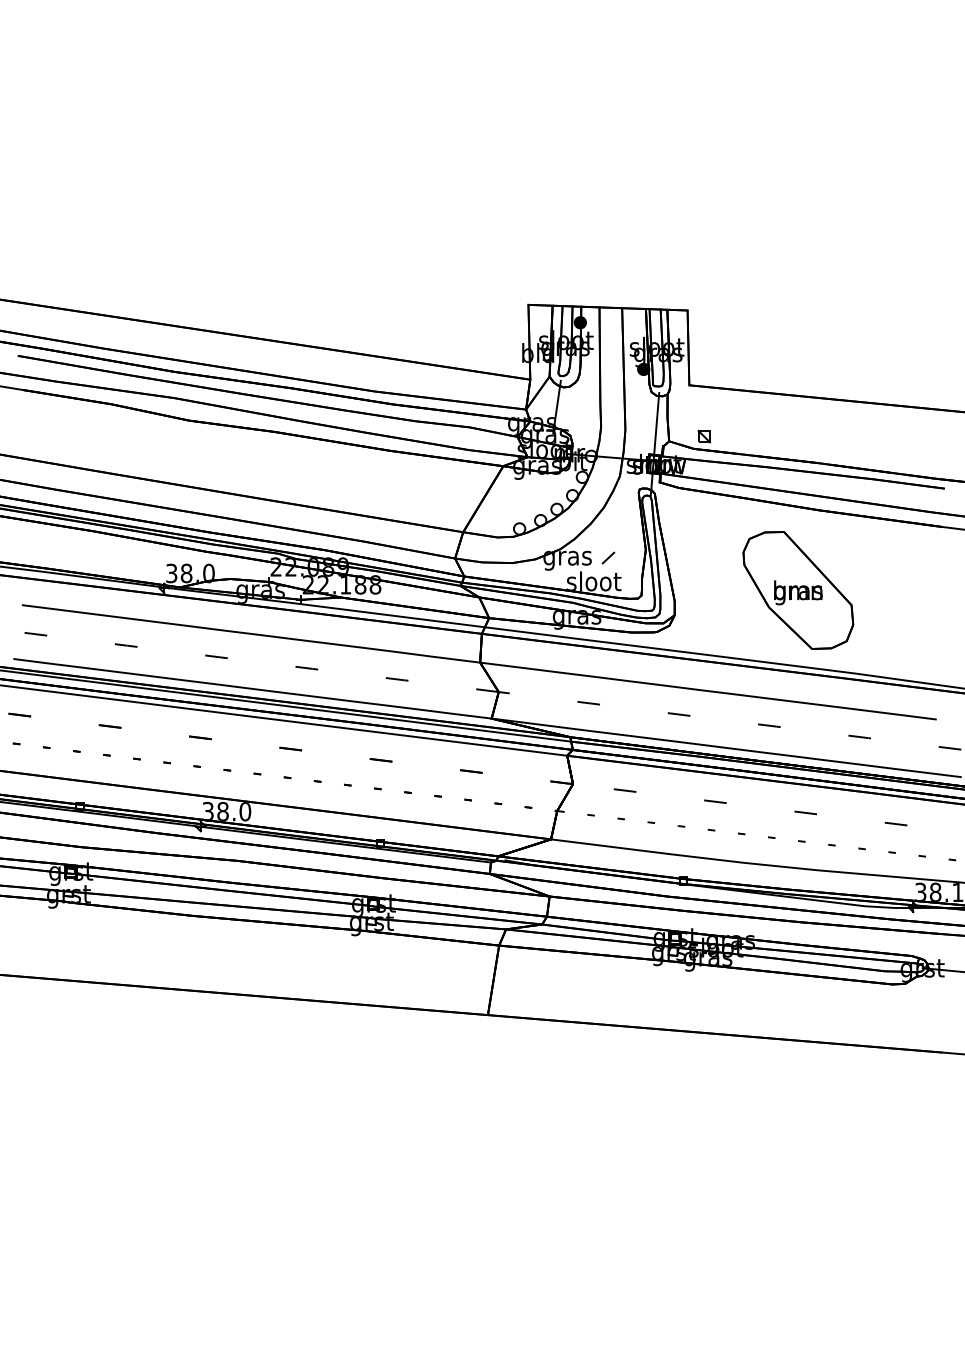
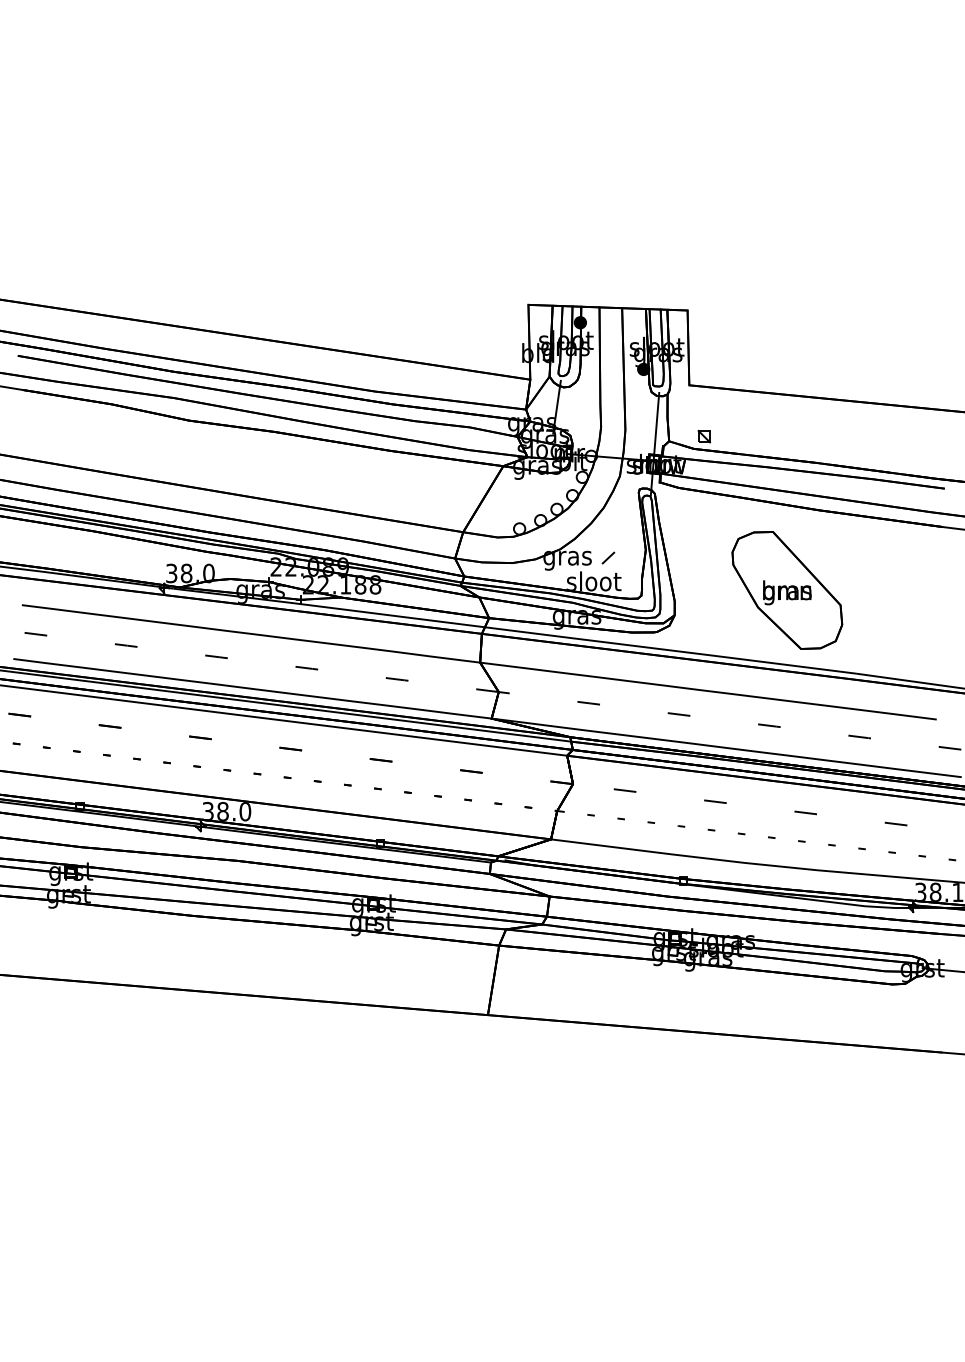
part at (798, 590) position: (798, 590) -> (787, 590)
